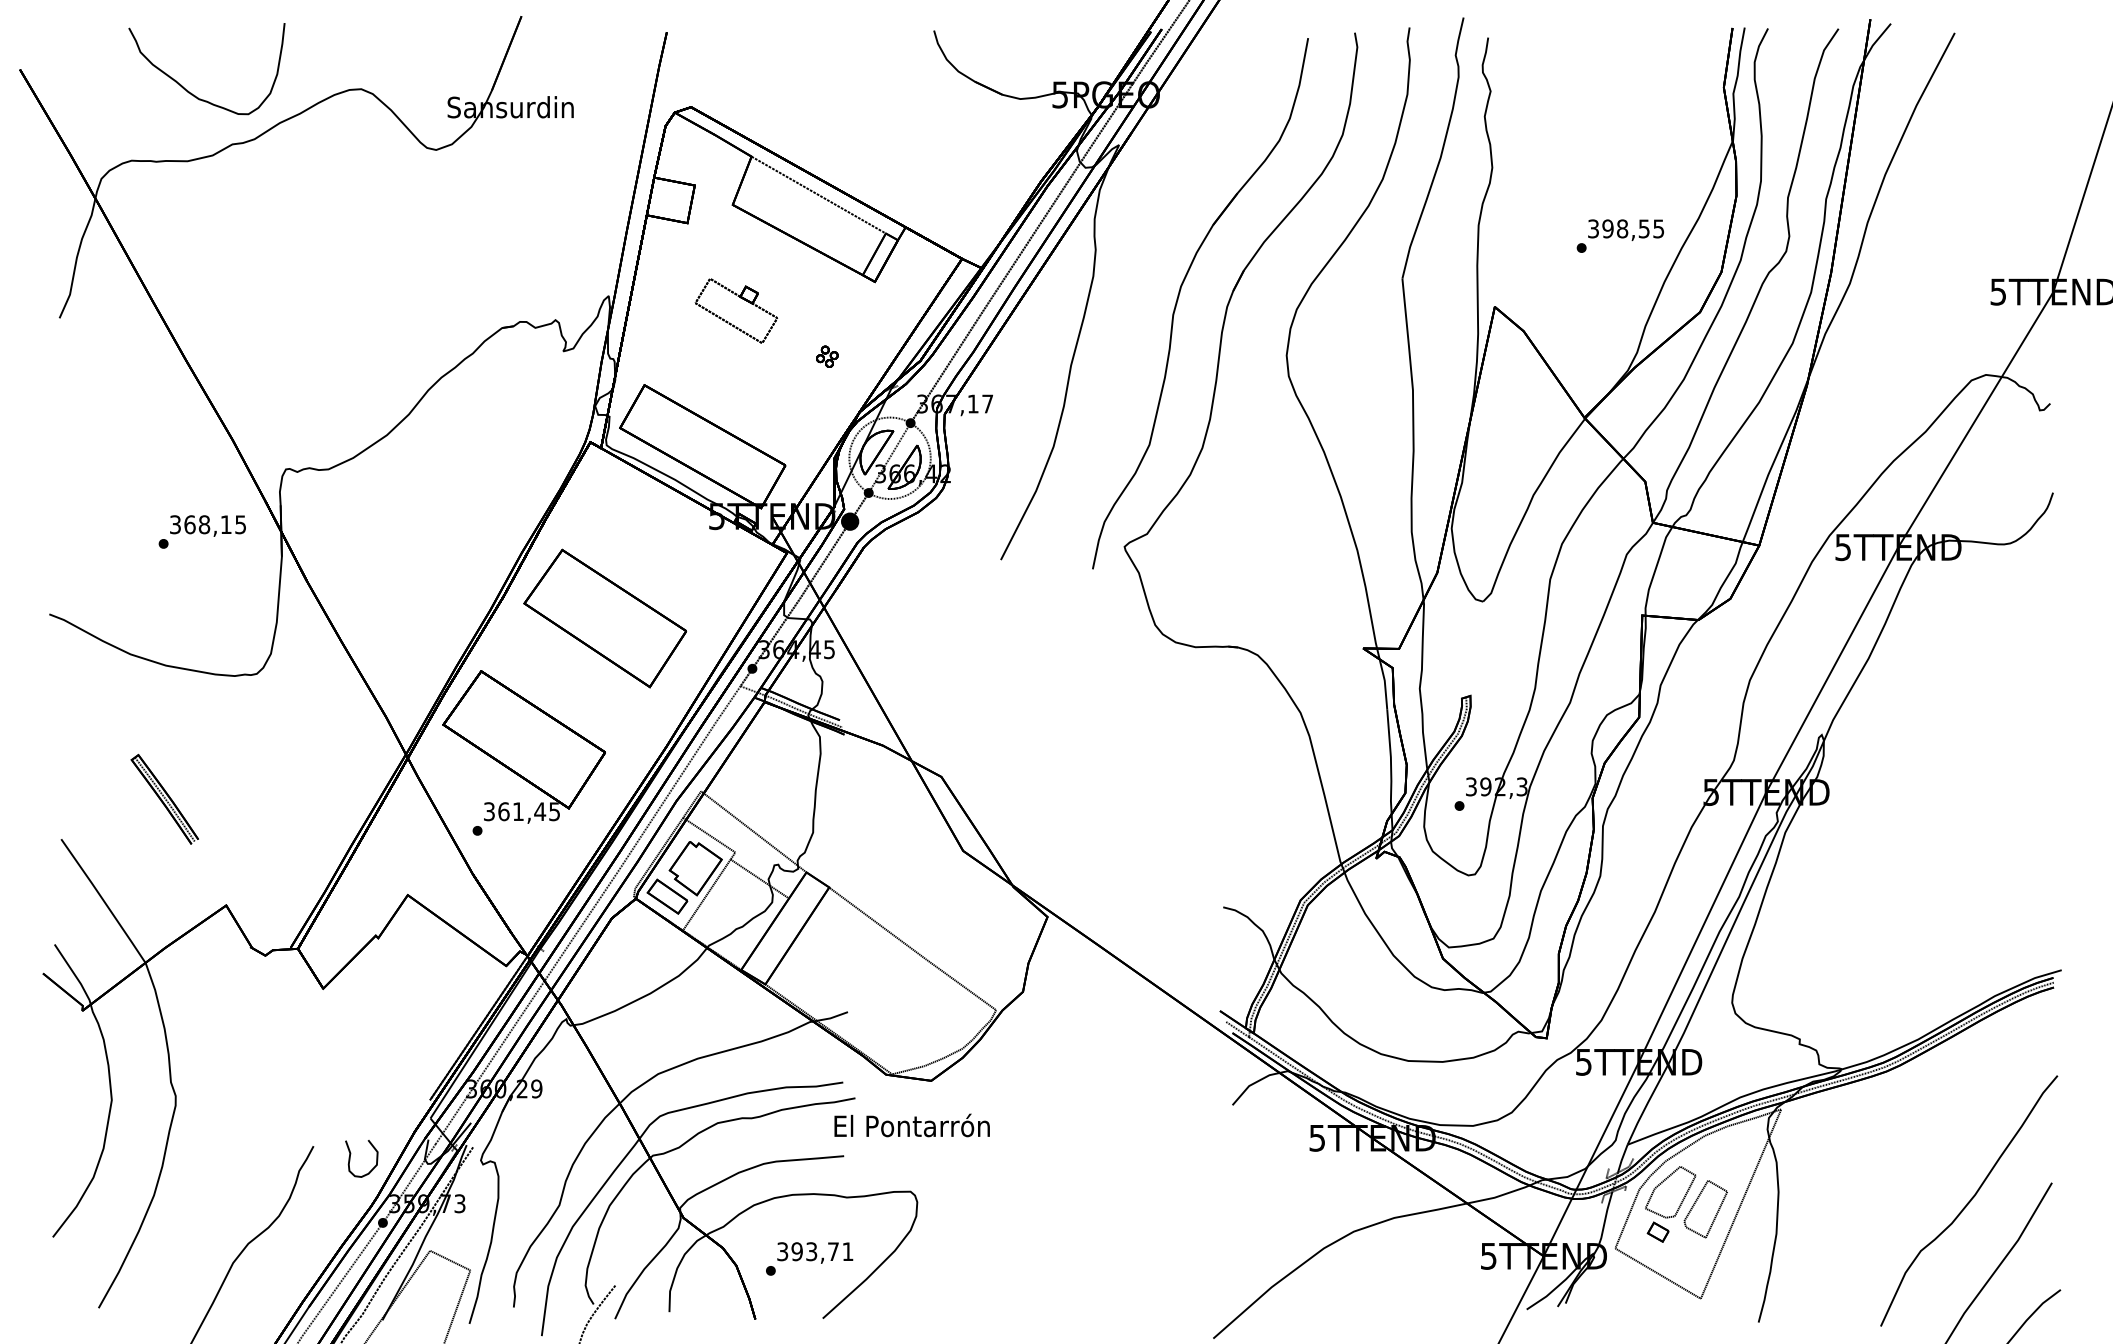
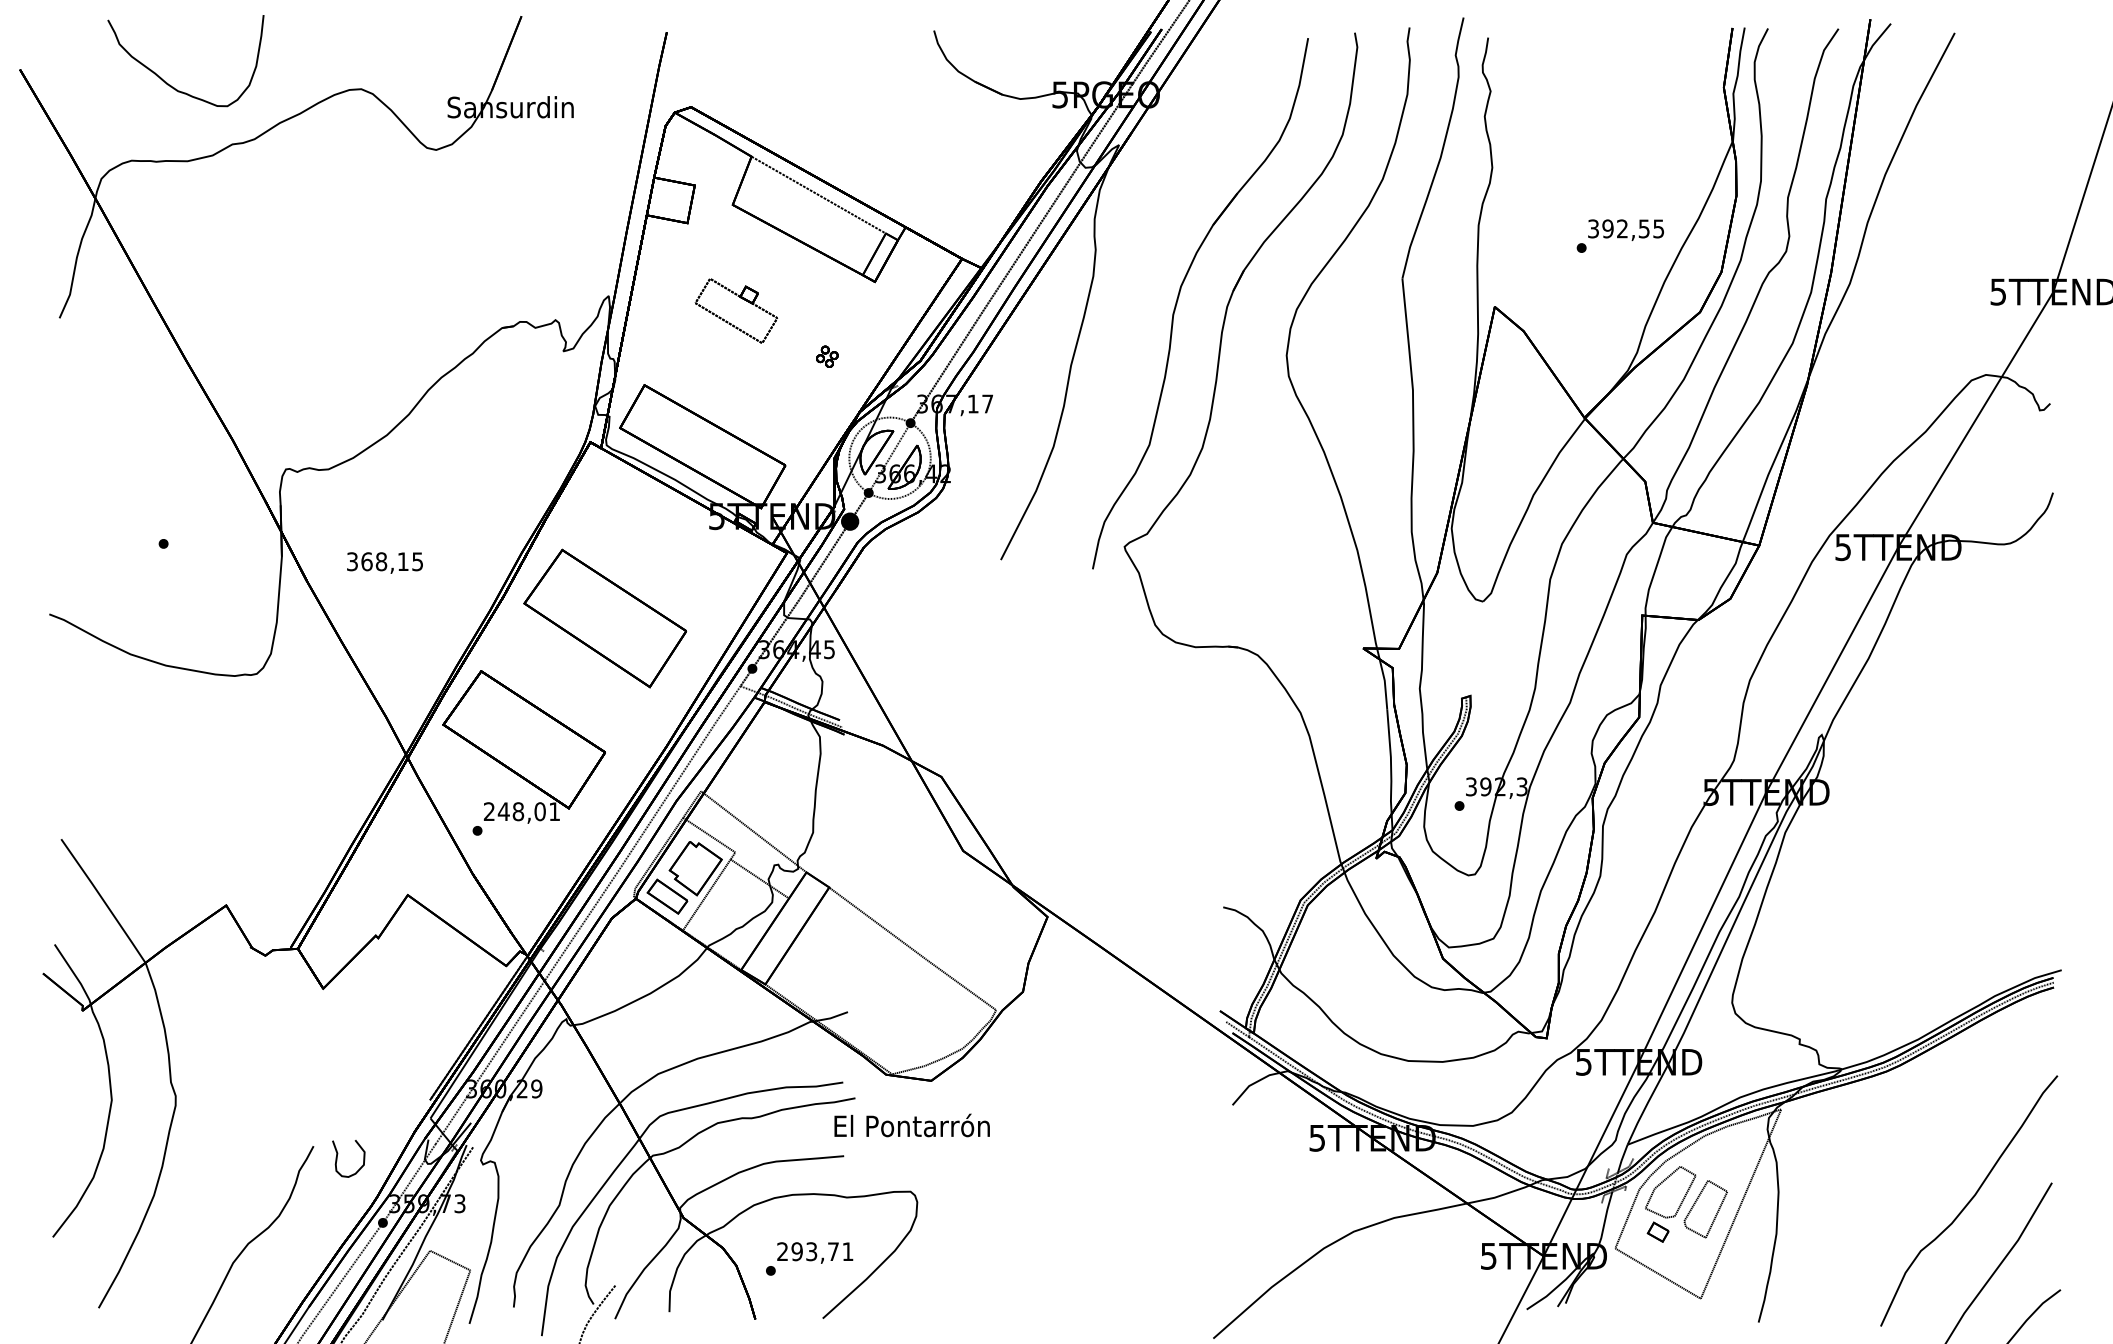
part at (191, 92) position: (191, 92) -> (170, 84)
text at (1622, 228): 398,55 -> 392,55
text at (207, 525) position: (207, 525) -> (384, 562)
part at (164, 798): present -> none
text at (521, 811): 361,45 -> 248,01
curve at (351, 1154) position: (351, 1154) -> (338, 1154)
text at (782, 1251): 393,71 -> 293,71
